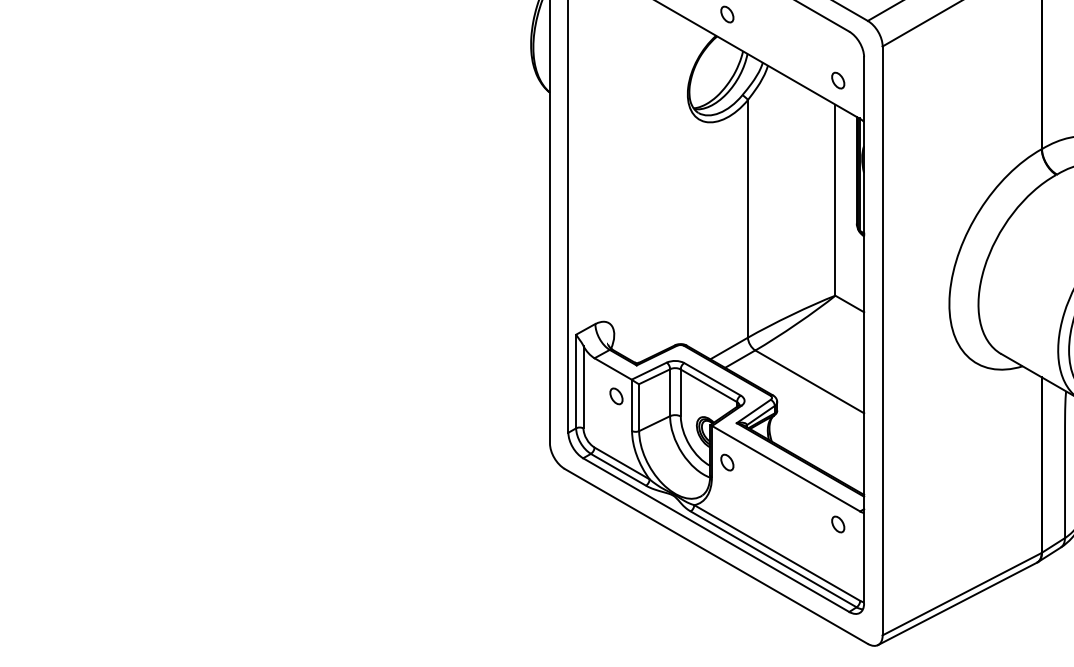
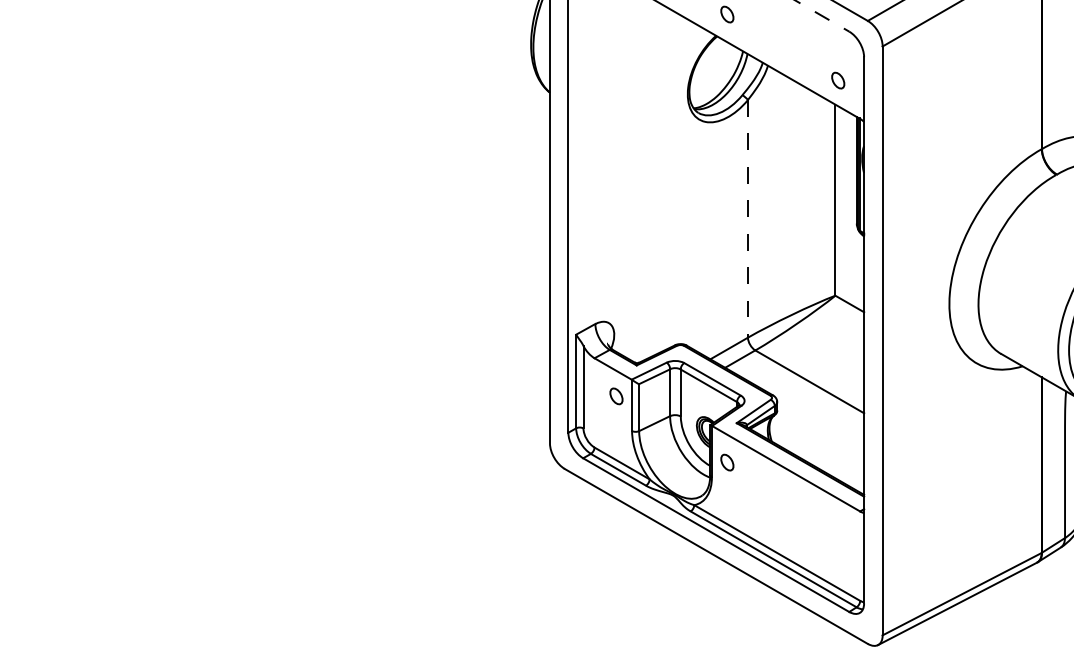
line at (822, 16): solid -> dashed
line at (747, 218): solid -> dashed
part at (838, 524): present -> none
